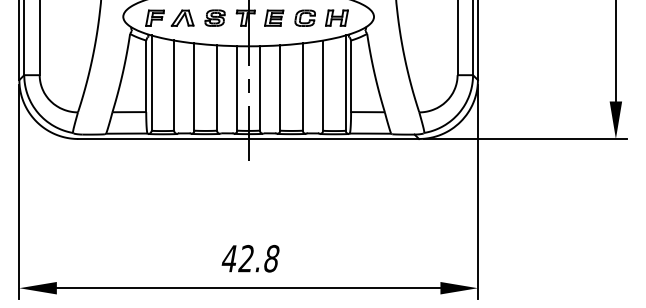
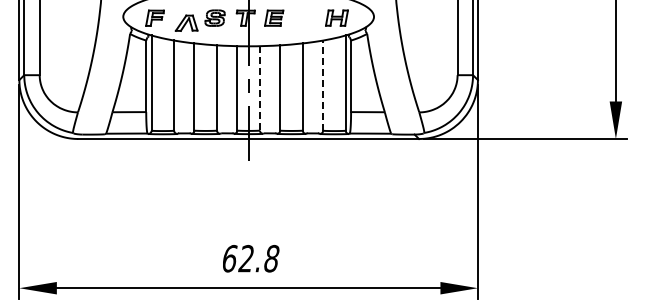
part at (182, 17) position: (182, 17) -> (186, 22)
part at (304, 17): present -> none
line at (323, 85): solid -> dashed
line at (259, 88): solid -> dashed
text at (229, 258): 42.8 -> 62.8
